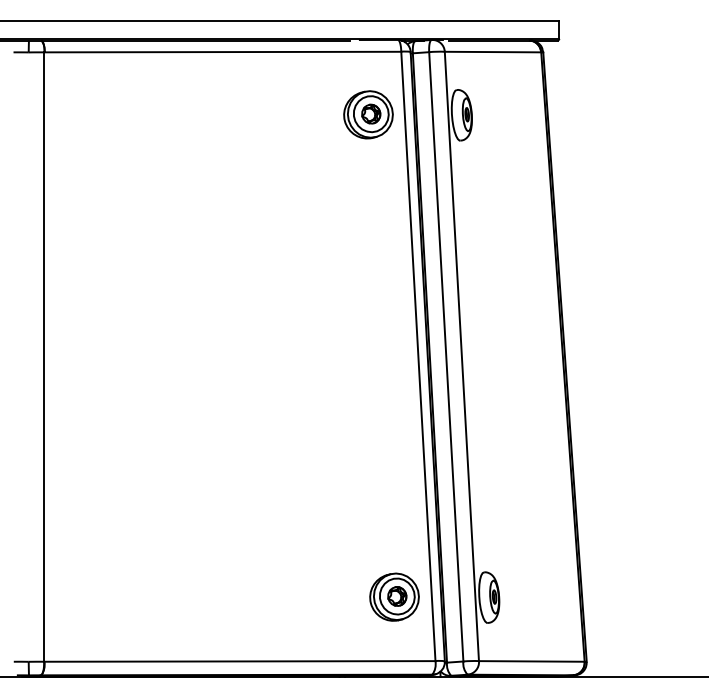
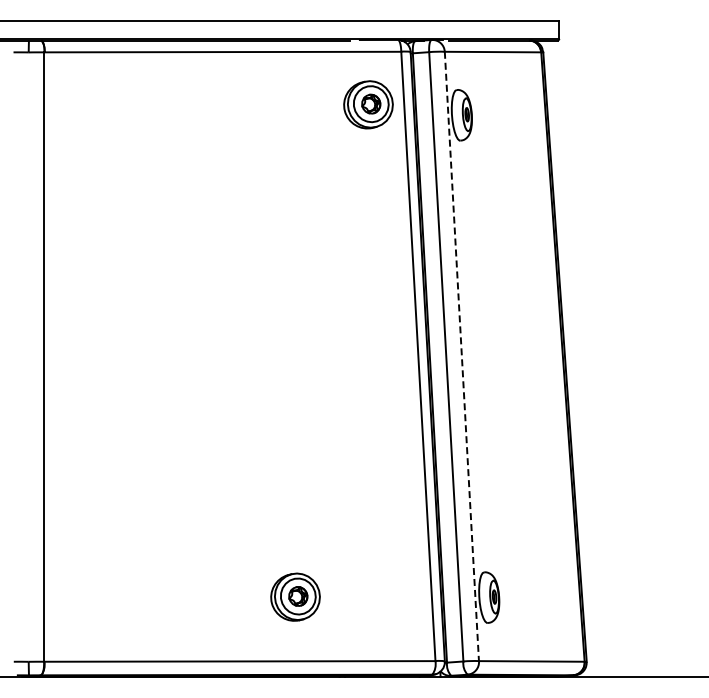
part at (368, 114) position: (368, 114) -> (368, 104)
line at (461, 356): solid -> dashed
part at (394, 596) position: (394, 596) -> (295, 596)
